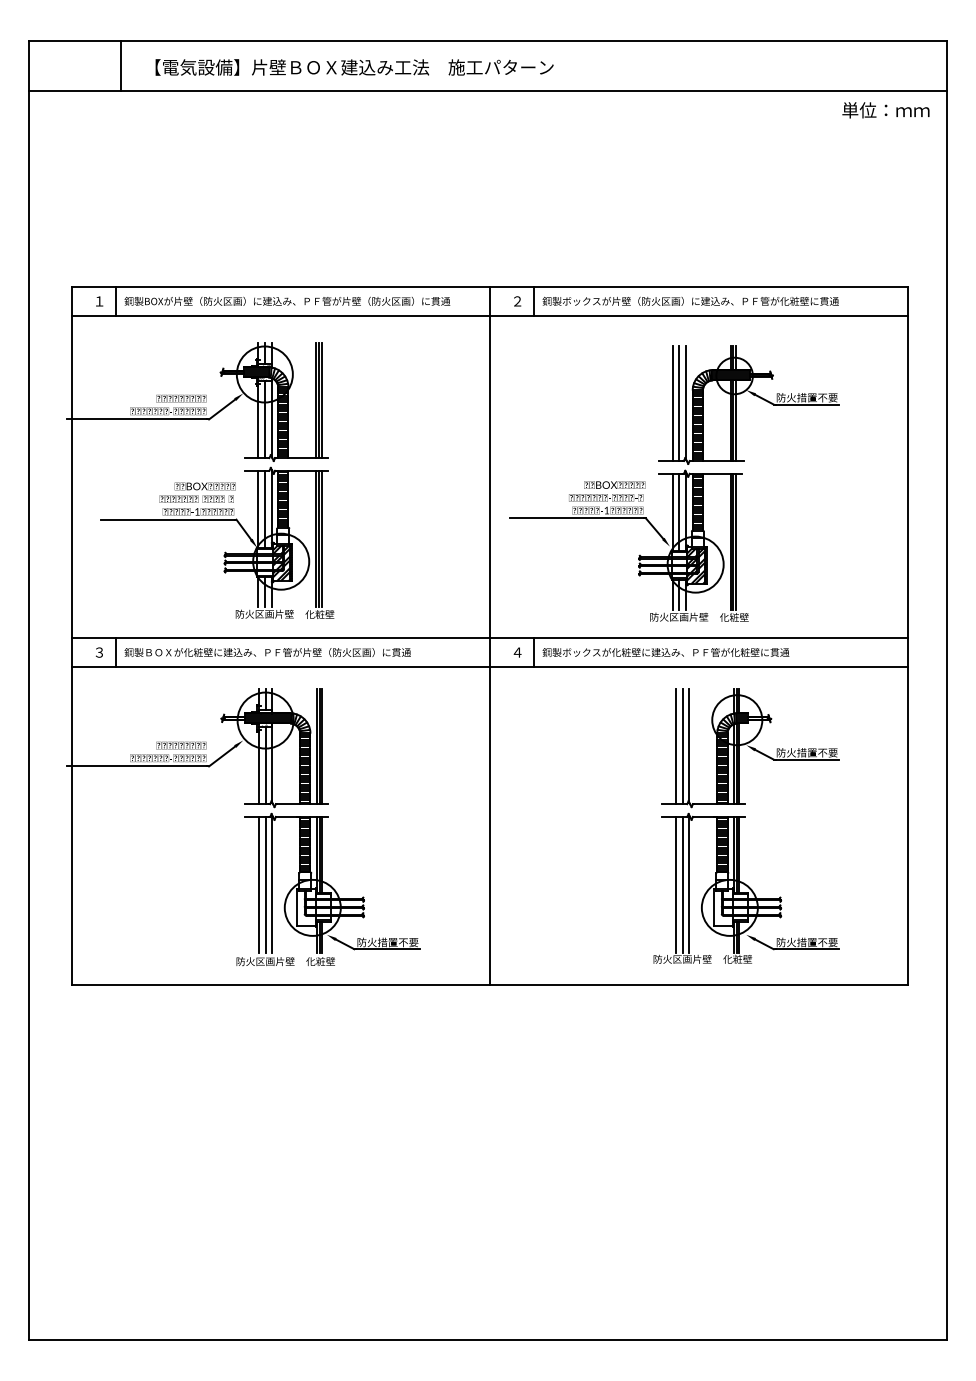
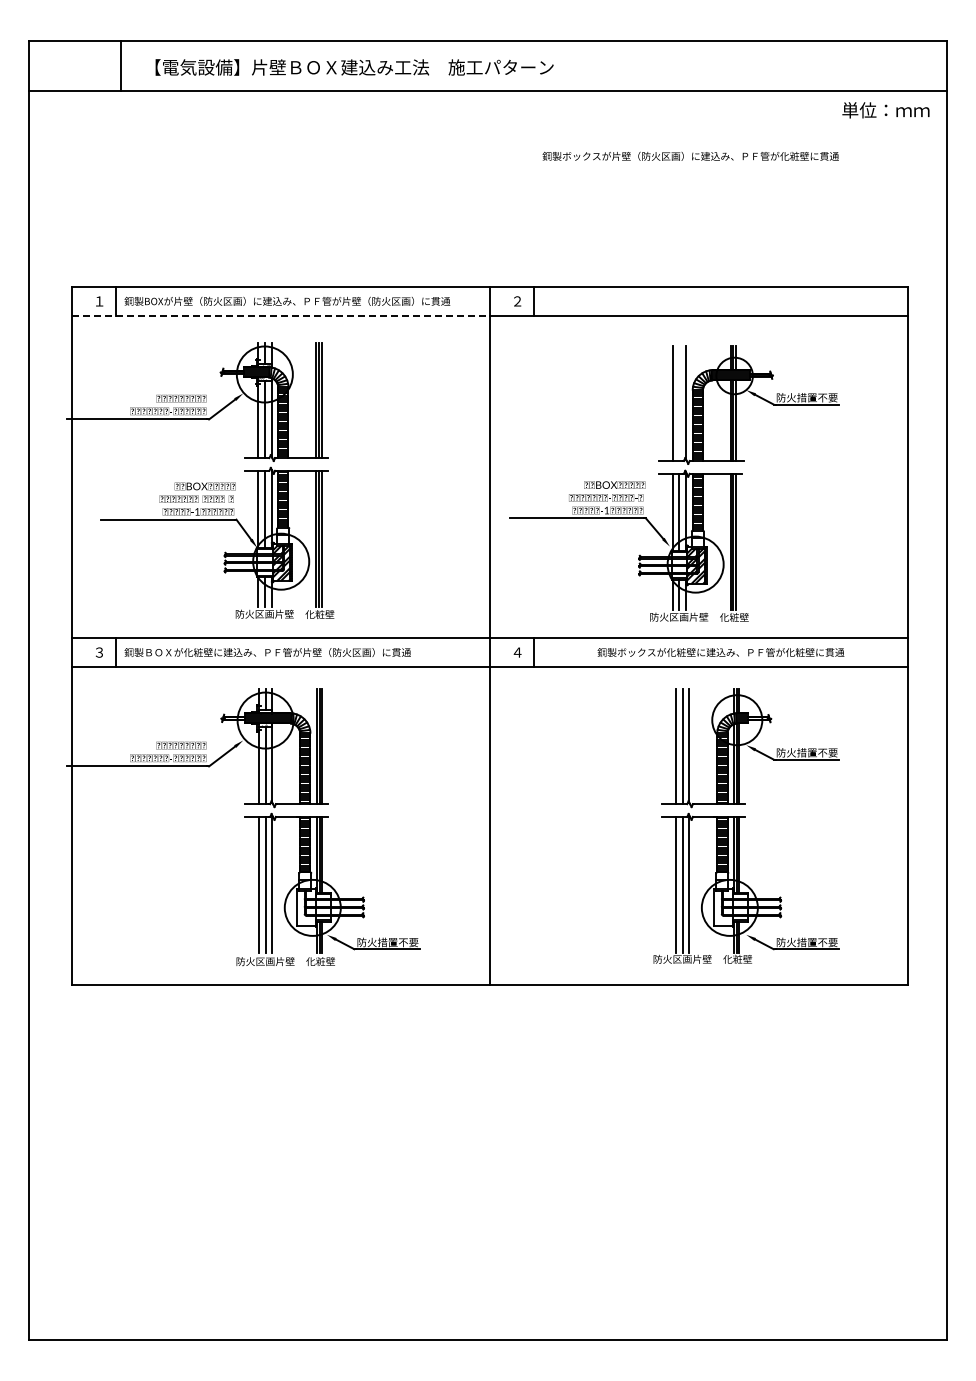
text at (690, 300) position: (690, 300) -> (690, 155)
line at (281, 316): solid -> dashed
line at (679, 403): present -> none
text at (665, 652) position: (665, 652) -> (720, 652)
